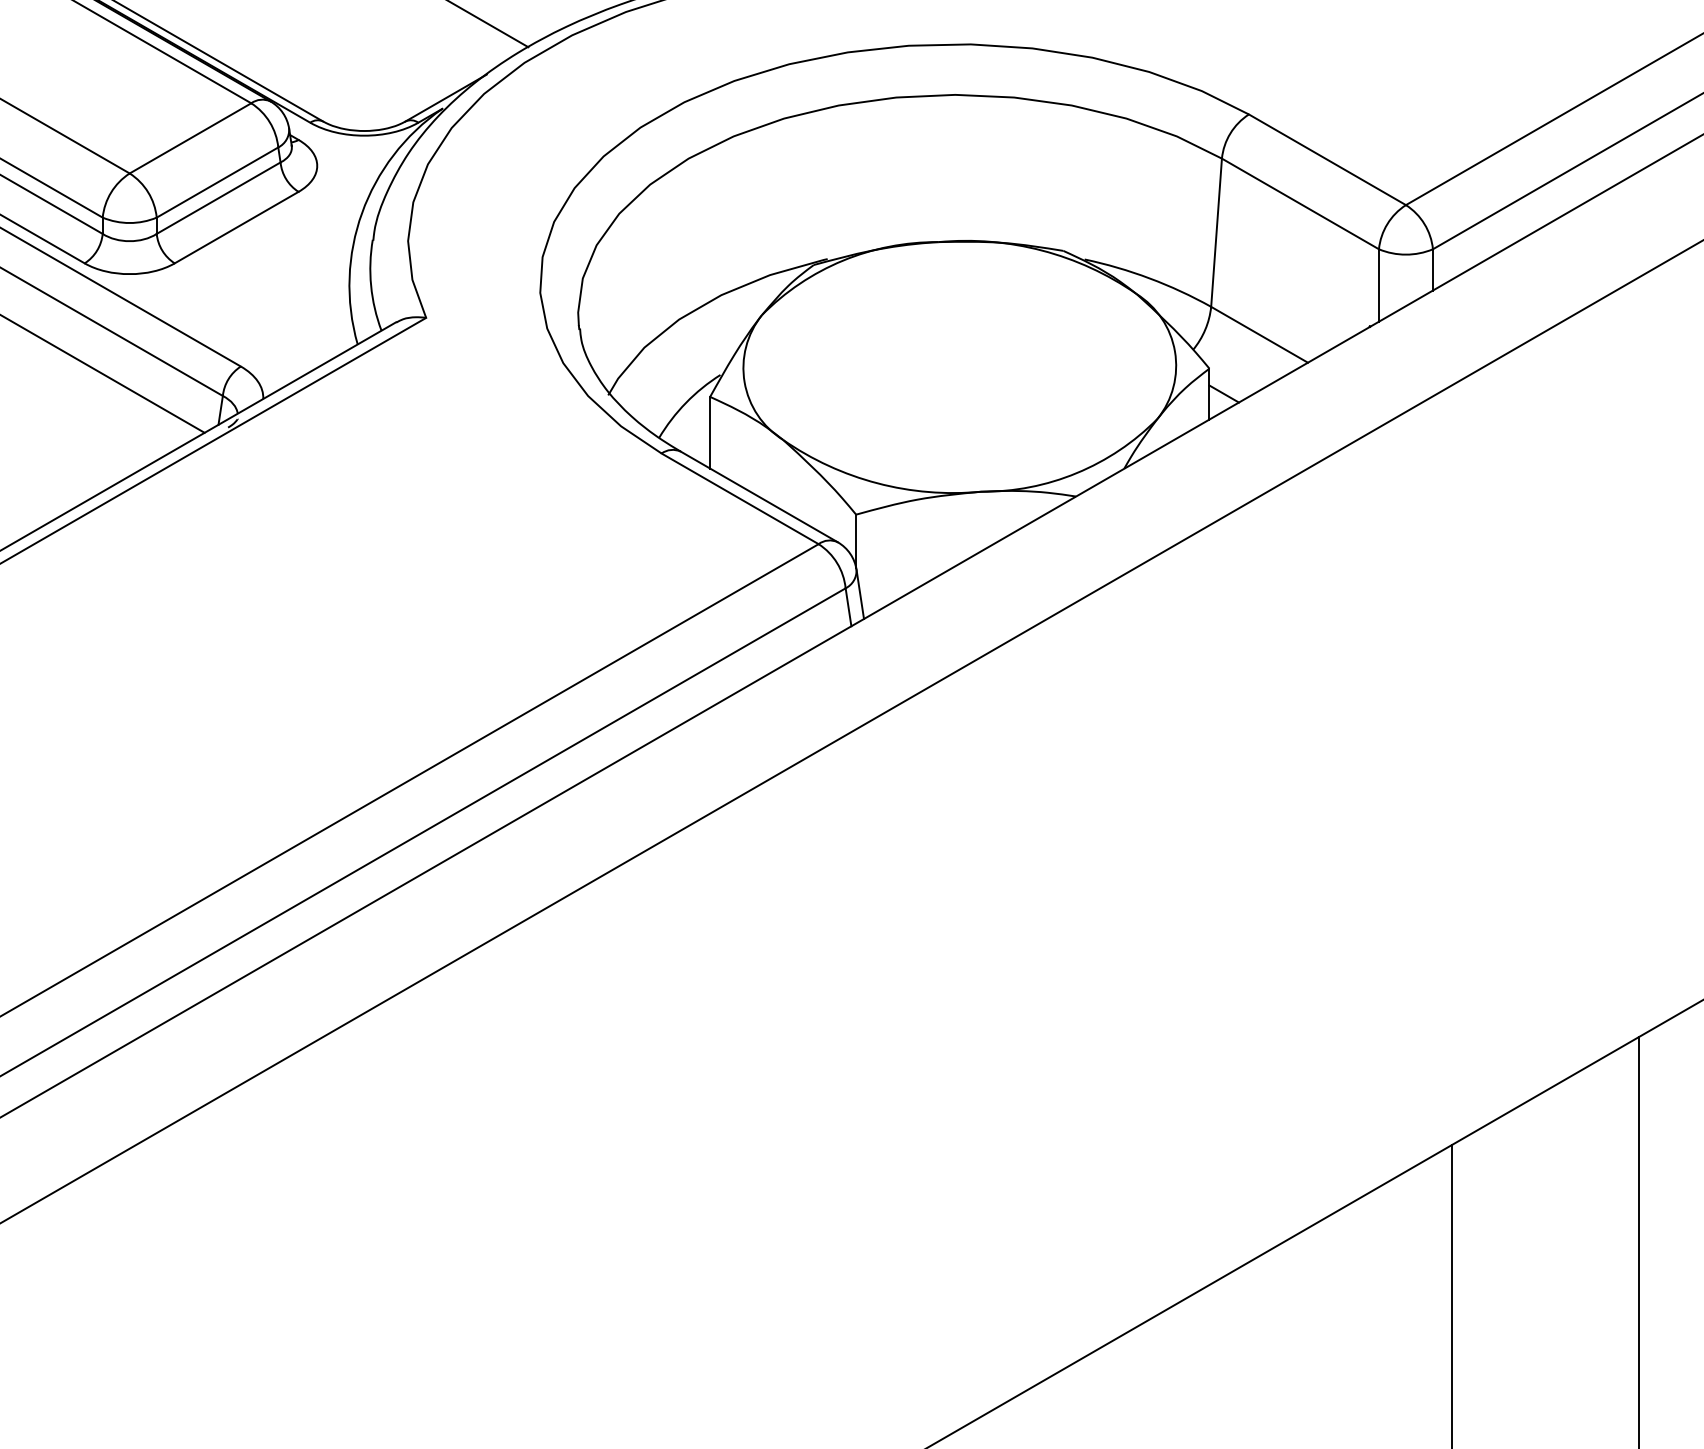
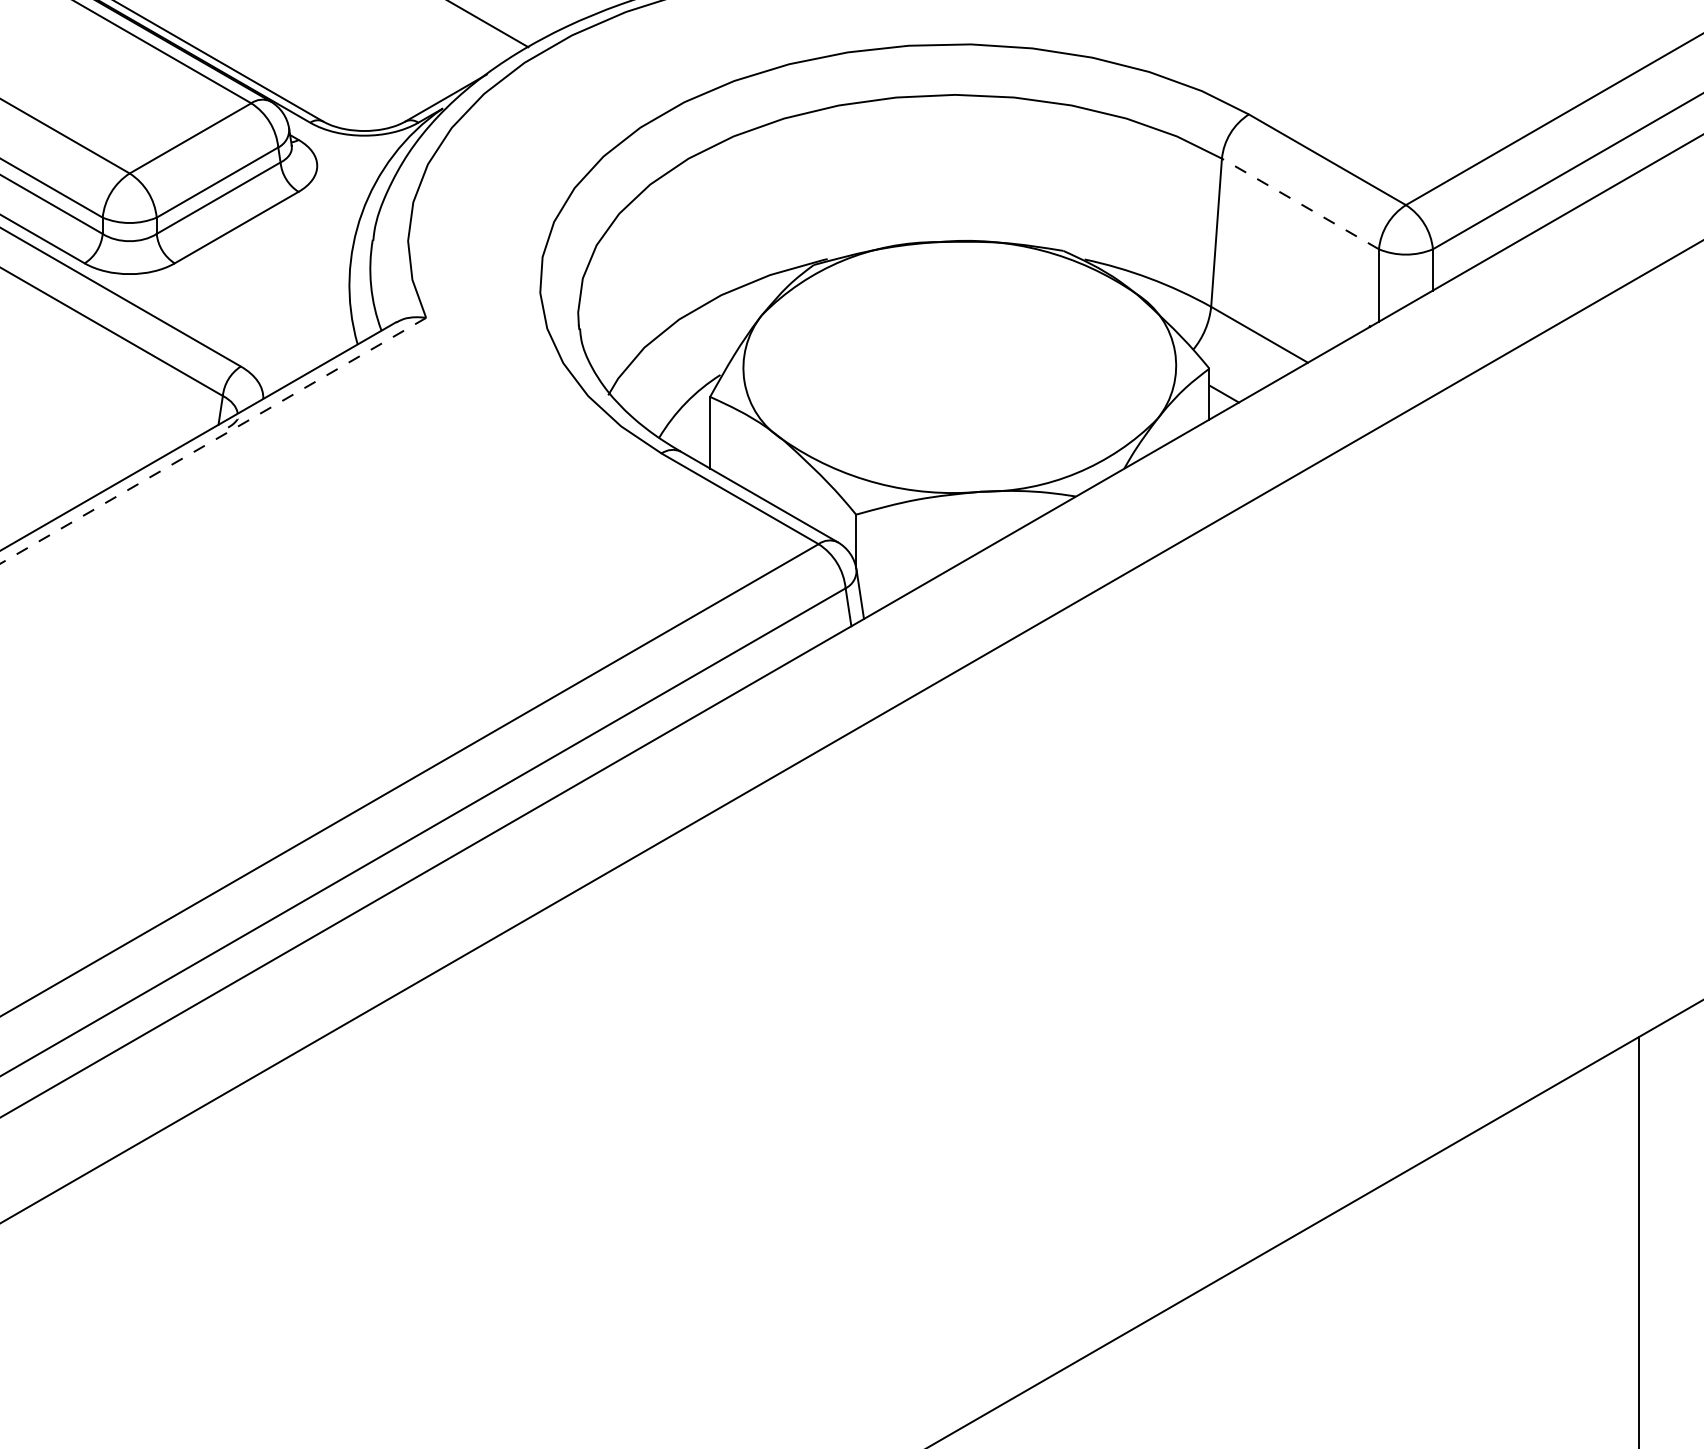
line at (1300, 203): solid -> dashed
line at (103, 374): present -> none
line at (213, 440): solid -> dashed
line at (1451, 1295): present -> none
